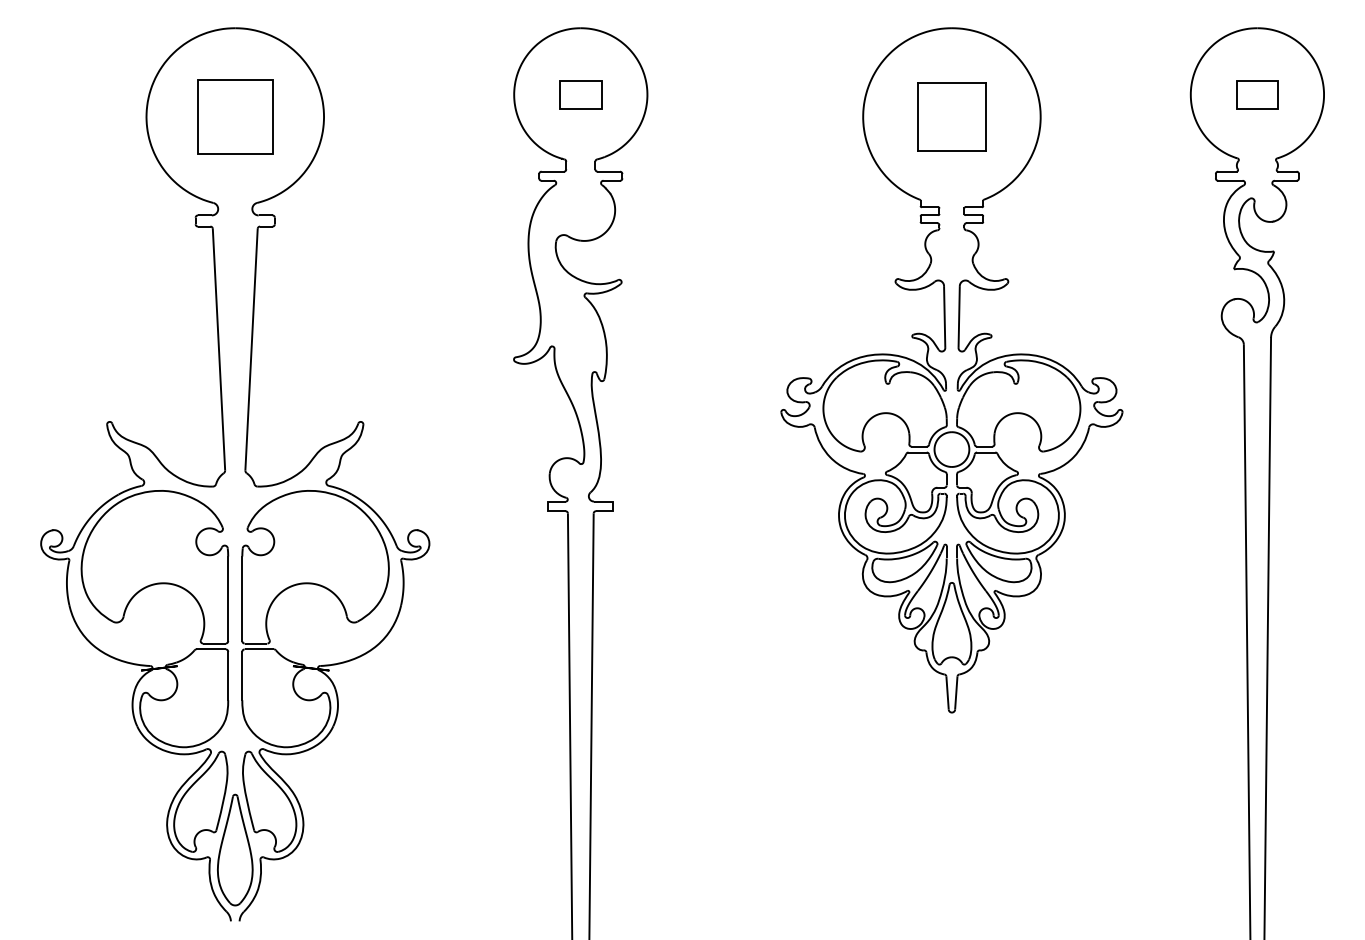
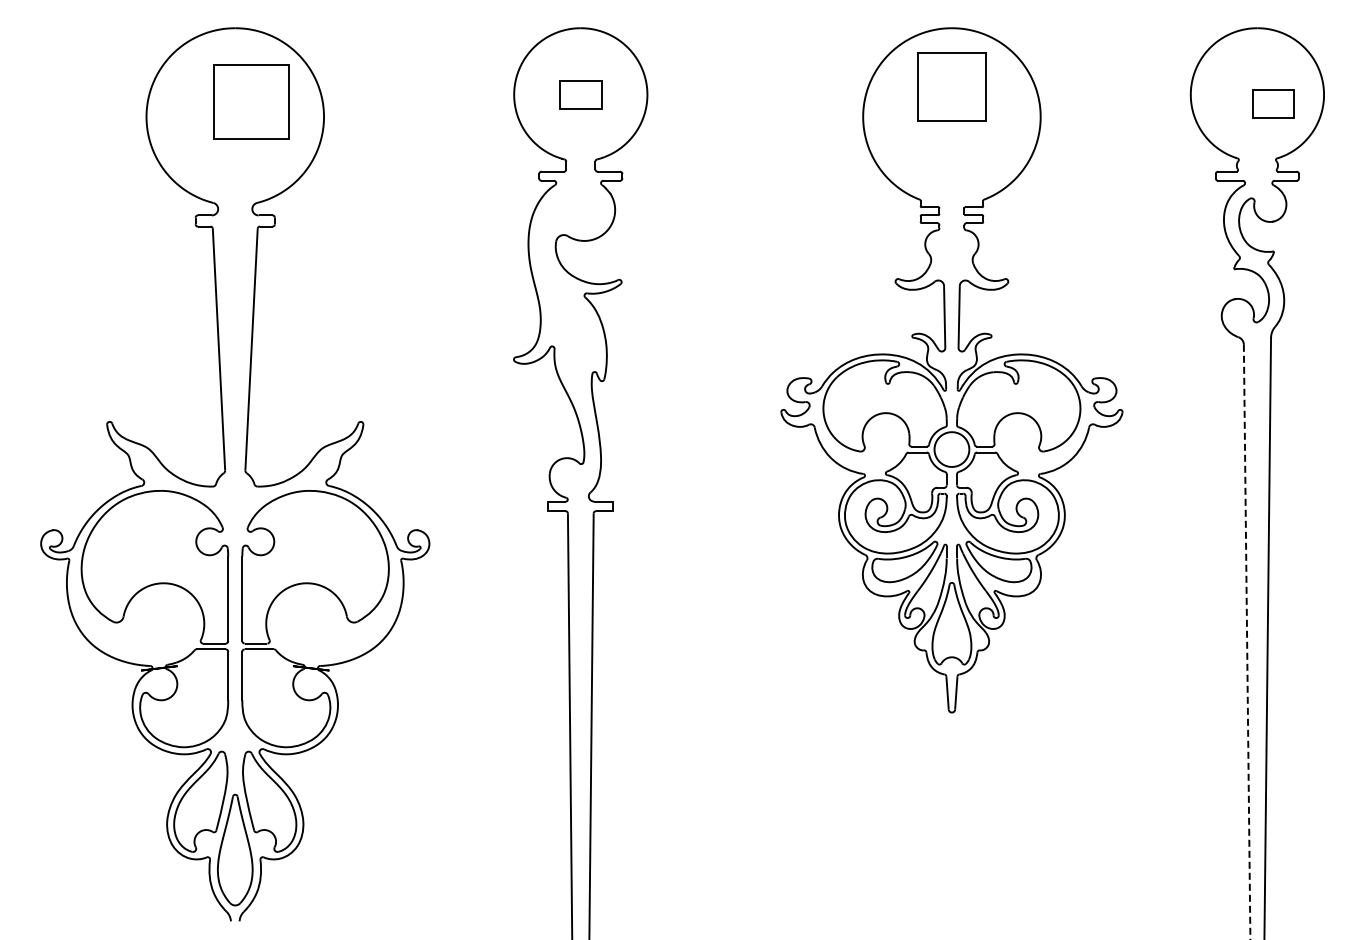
part at (1257, 94) position: (1257, 94) -> (1273, 103)
part at (235, 116) position: (235, 116) -> (251, 101)
part at (951, 116) position: (951, 116) -> (951, 86)
line at (1247, 642): solid -> dashed
